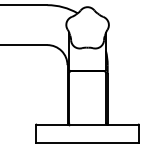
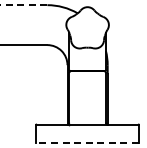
line at (23, 5): solid -> dashed
line at (87, 142): solid -> dashed
